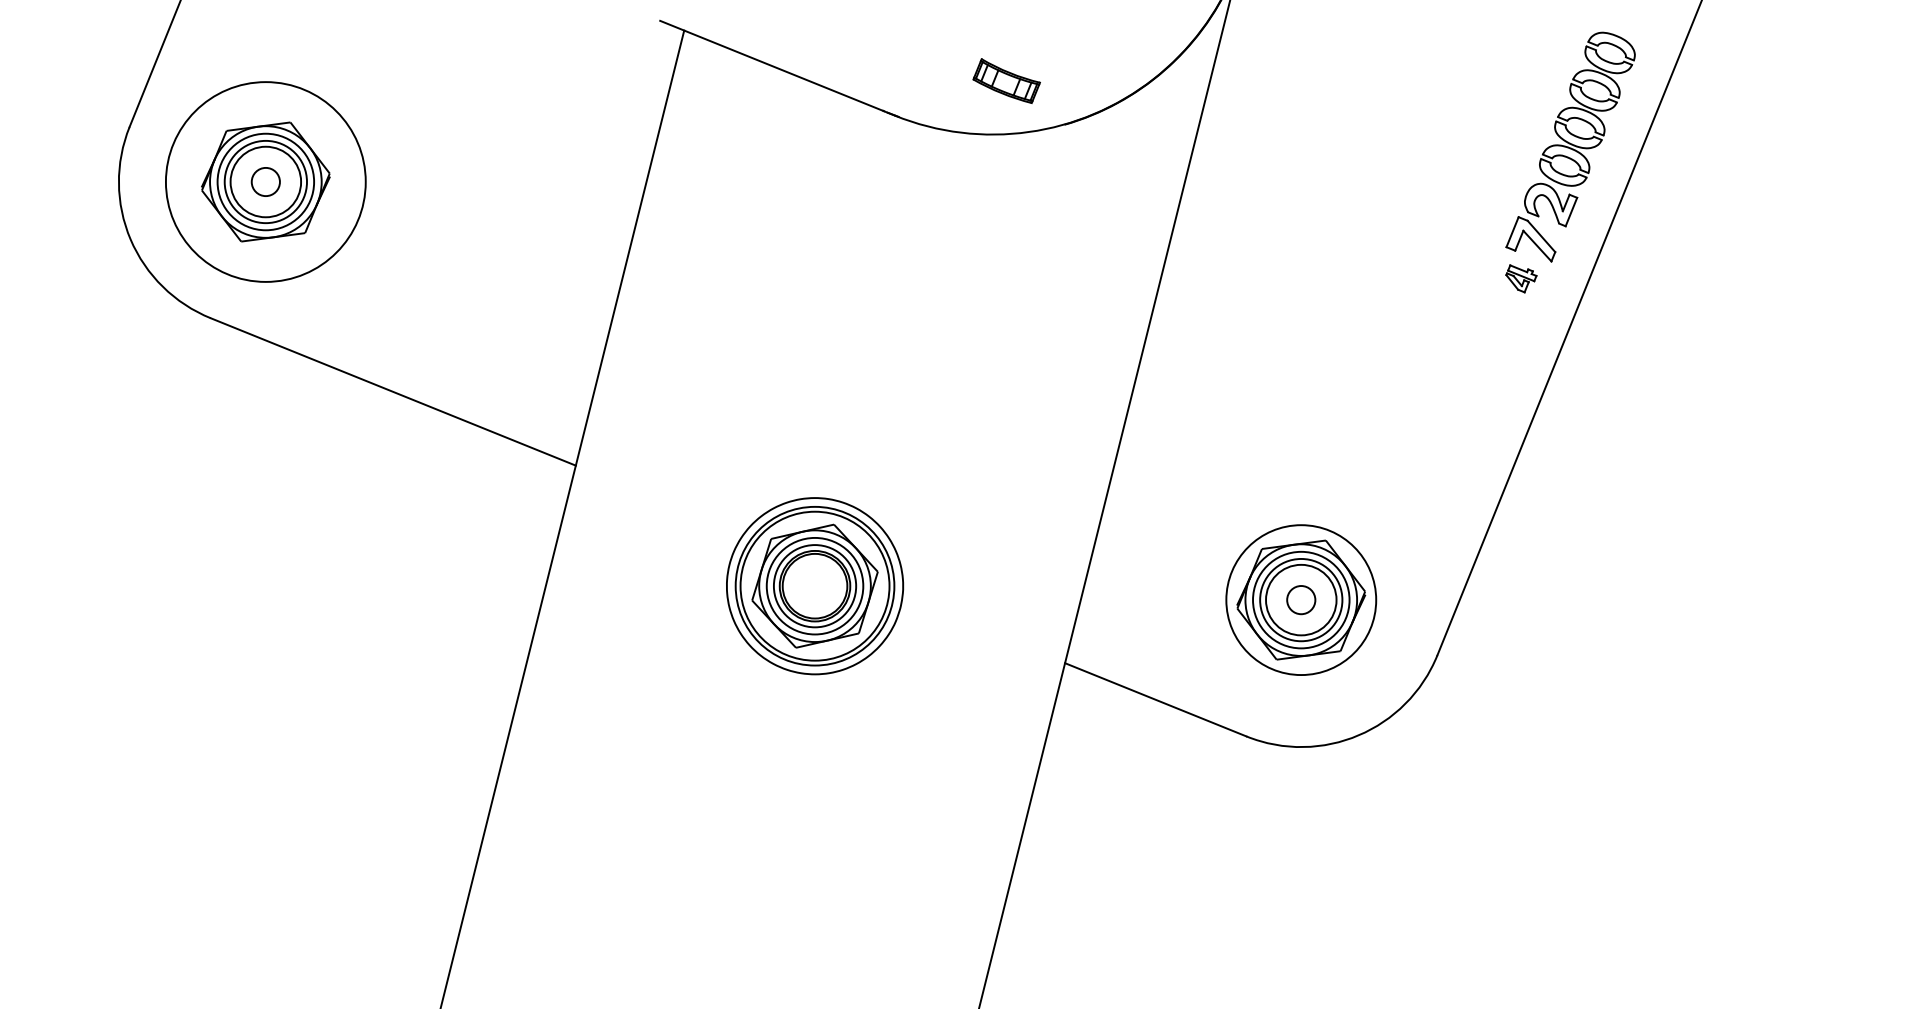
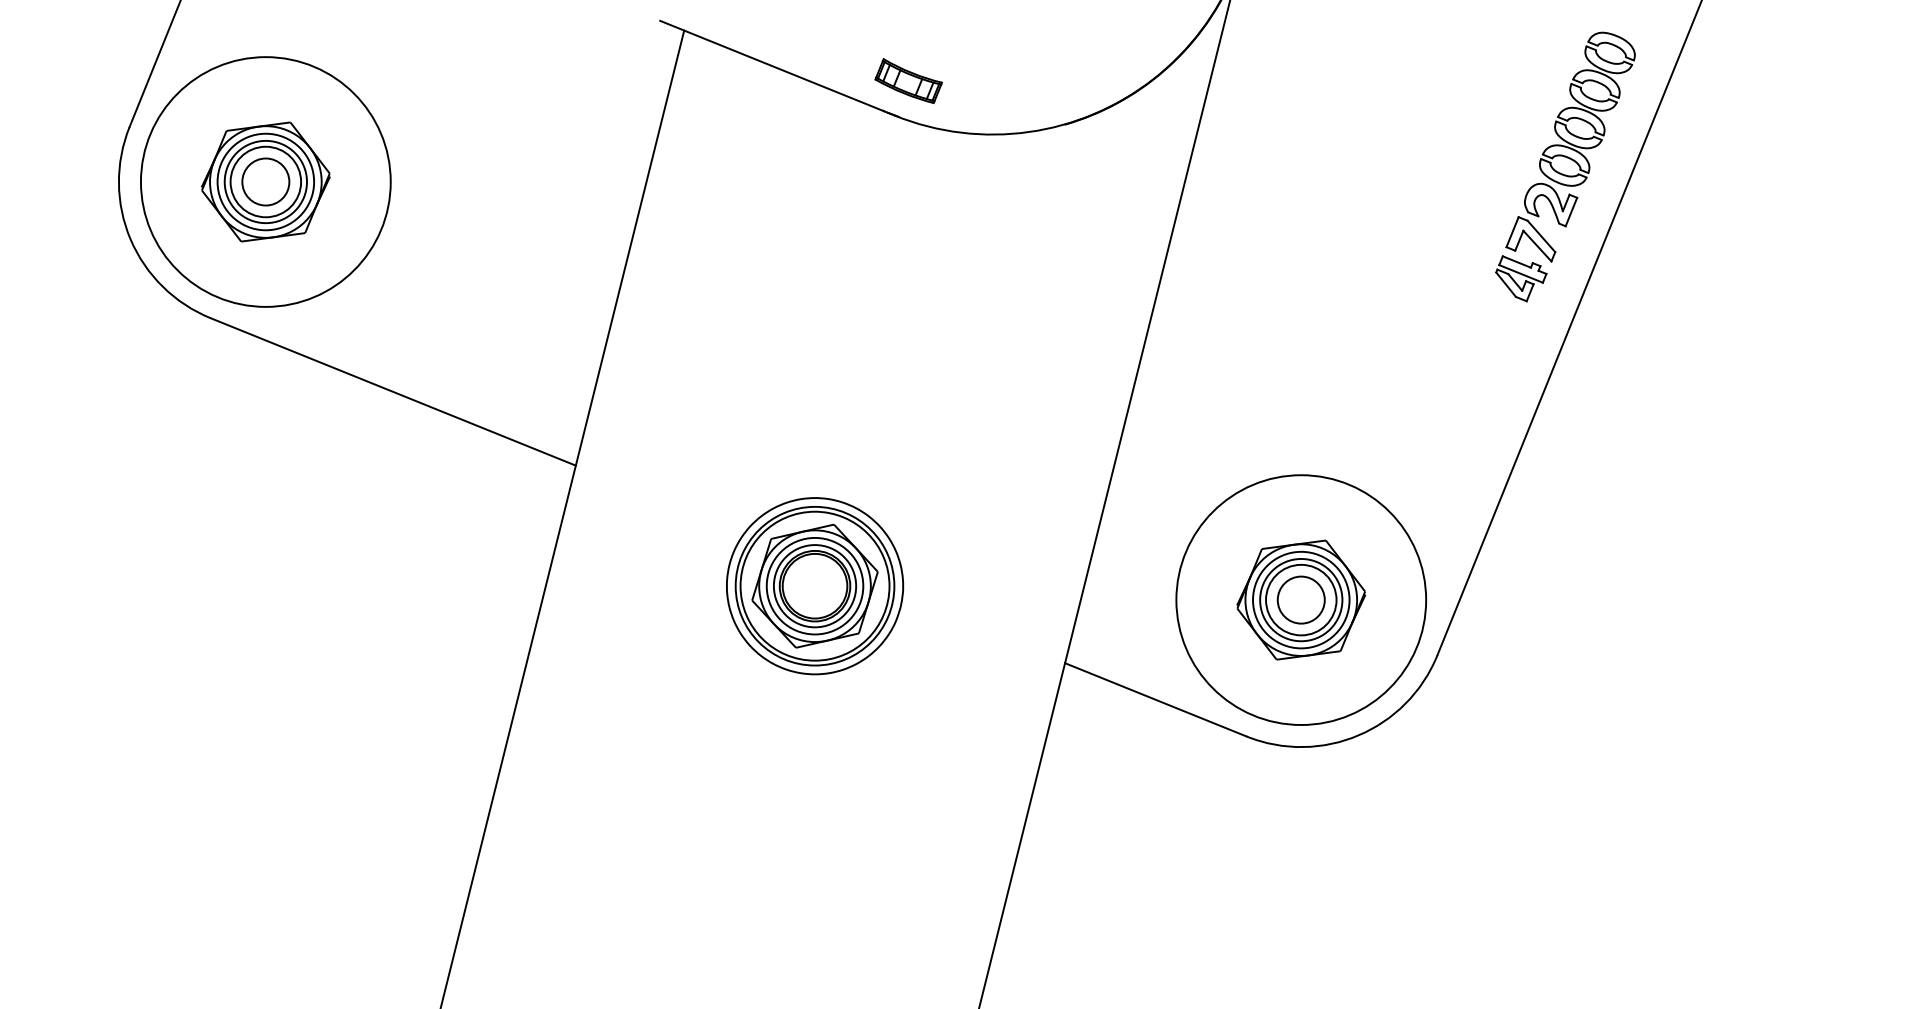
part at (1006, 80) position: (1006, 80) -> (908, 80)
circle at (265, 181) diameter: 200 px -> 250 px
circle at (265, 181) diameter: 28 px -> 47 px
part at (1521, 278) size: 33x30 px -> 53x48 px
circle at (1301, 600) diameter: 150 px -> 250 px
circle at (1301, 600) diameter: 28 px -> 47 px
